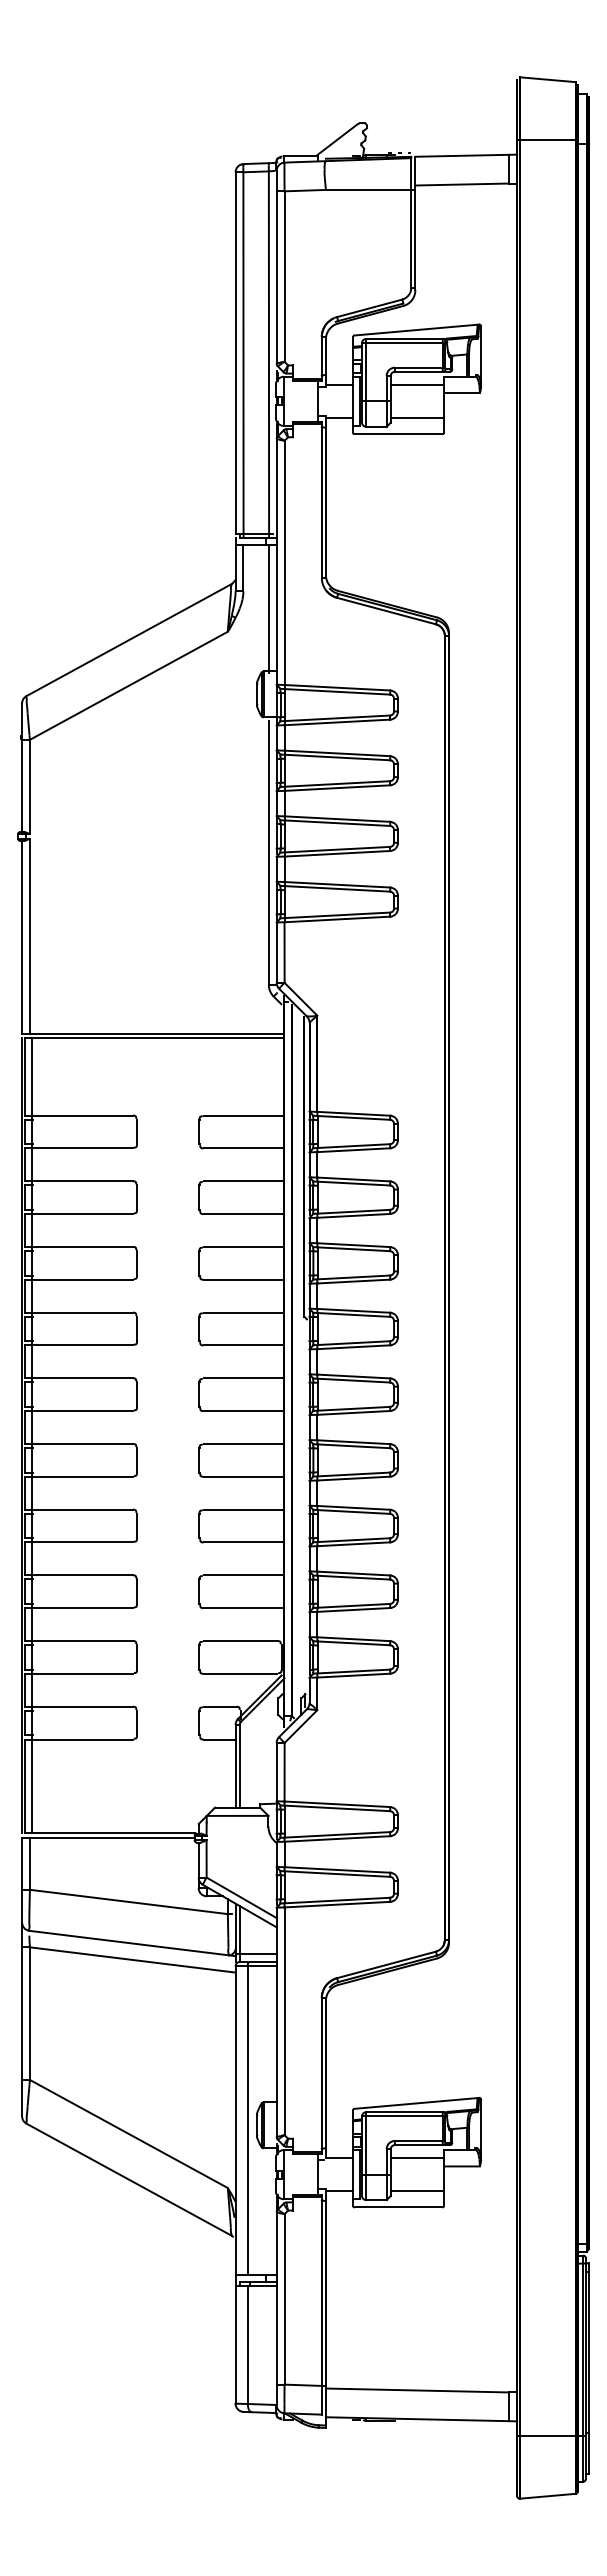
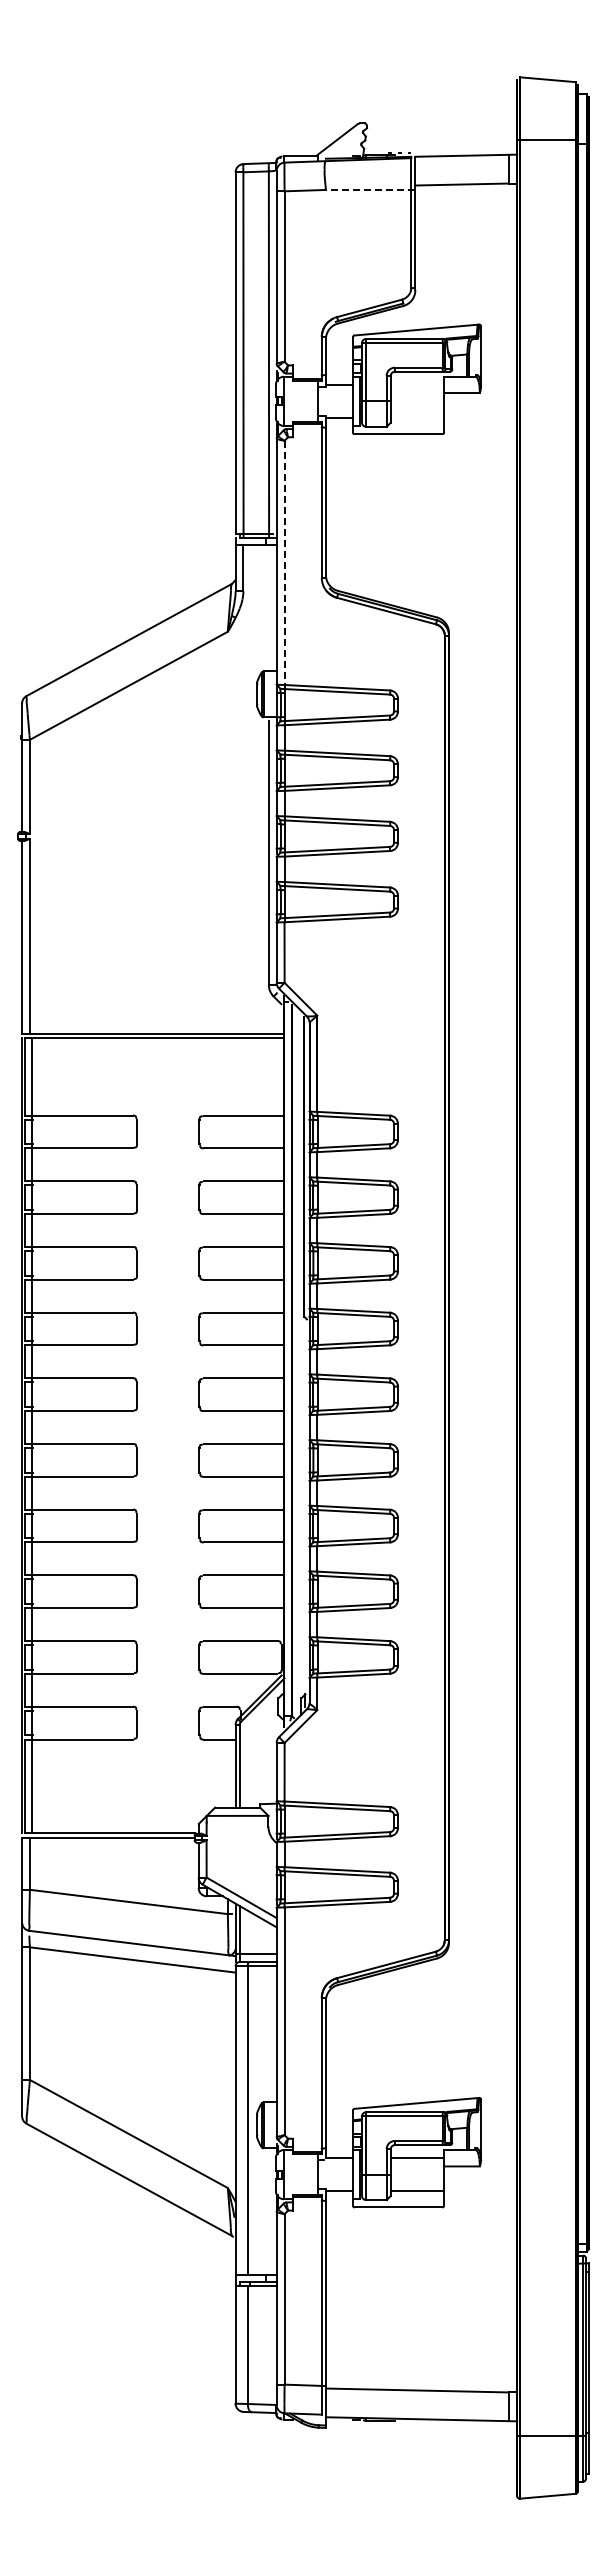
line at (370, 189): solid -> dashed
line at (417, 384): present -> none
line at (417, 417): present -> none
line at (284, 563): solid -> dashed
line at (268, 608): present -> none
